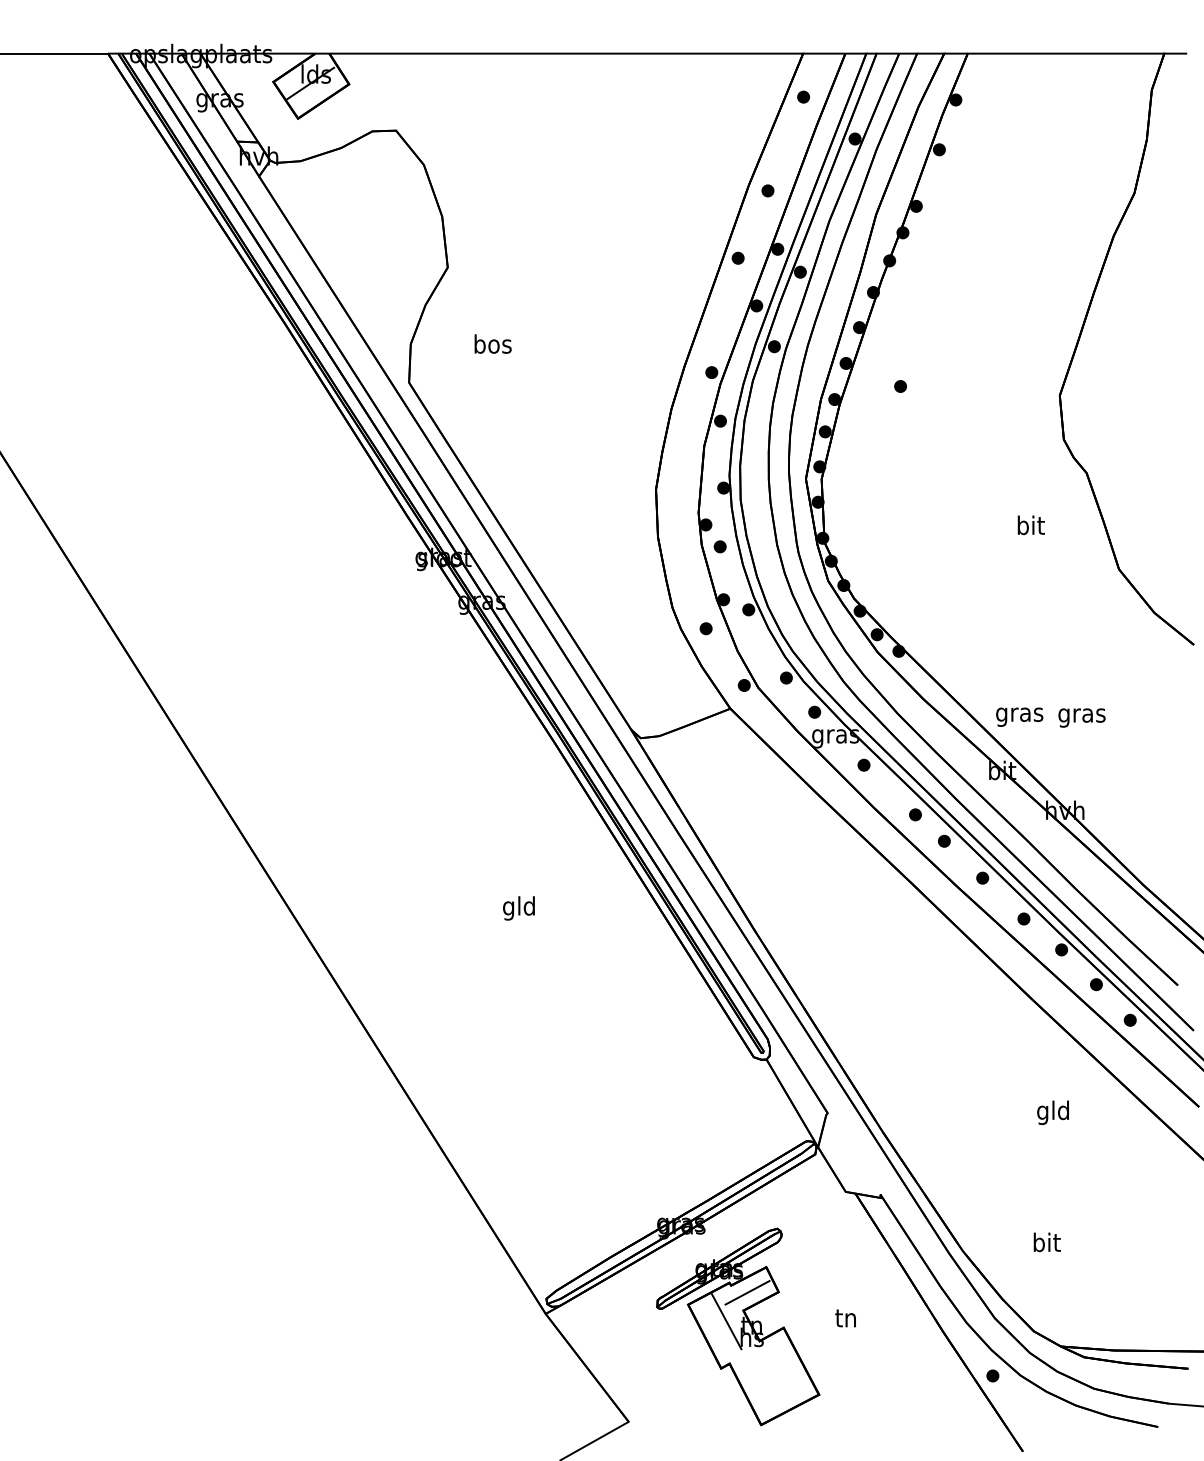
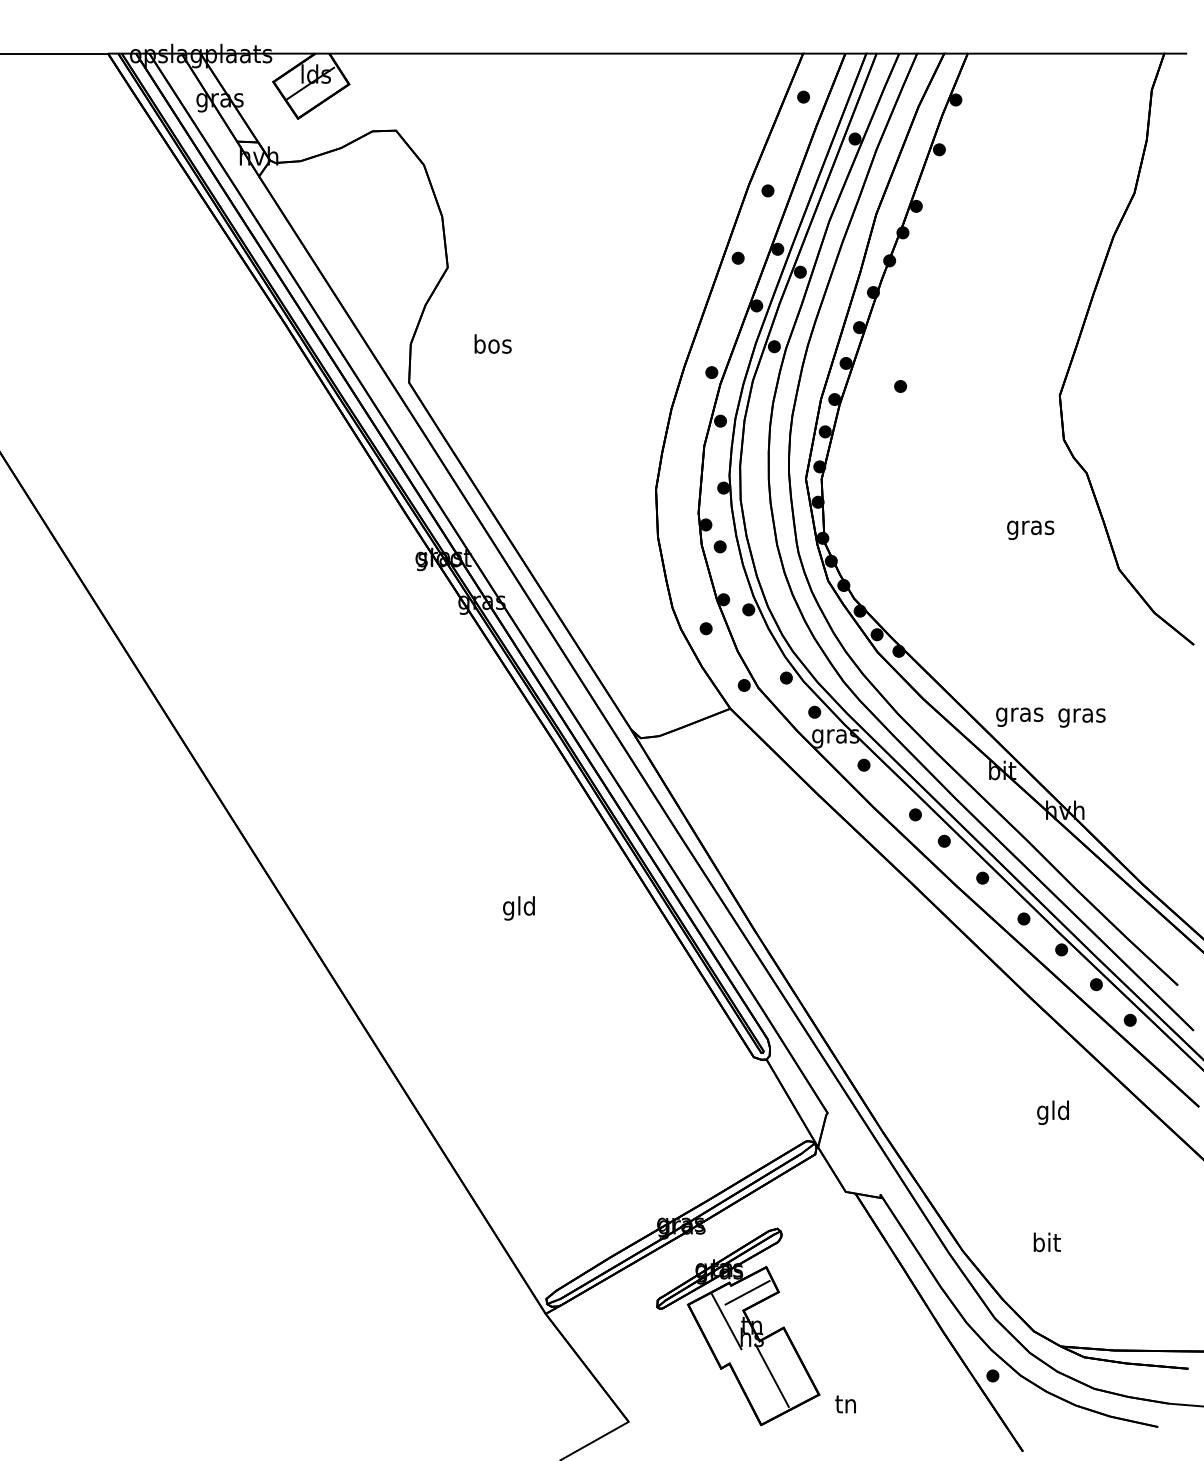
text at (1030, 527): bit -> gras
text at (845, 1318) position: (845, 1318) -> (845, 1404)
line at (771, 1375): none -> present
